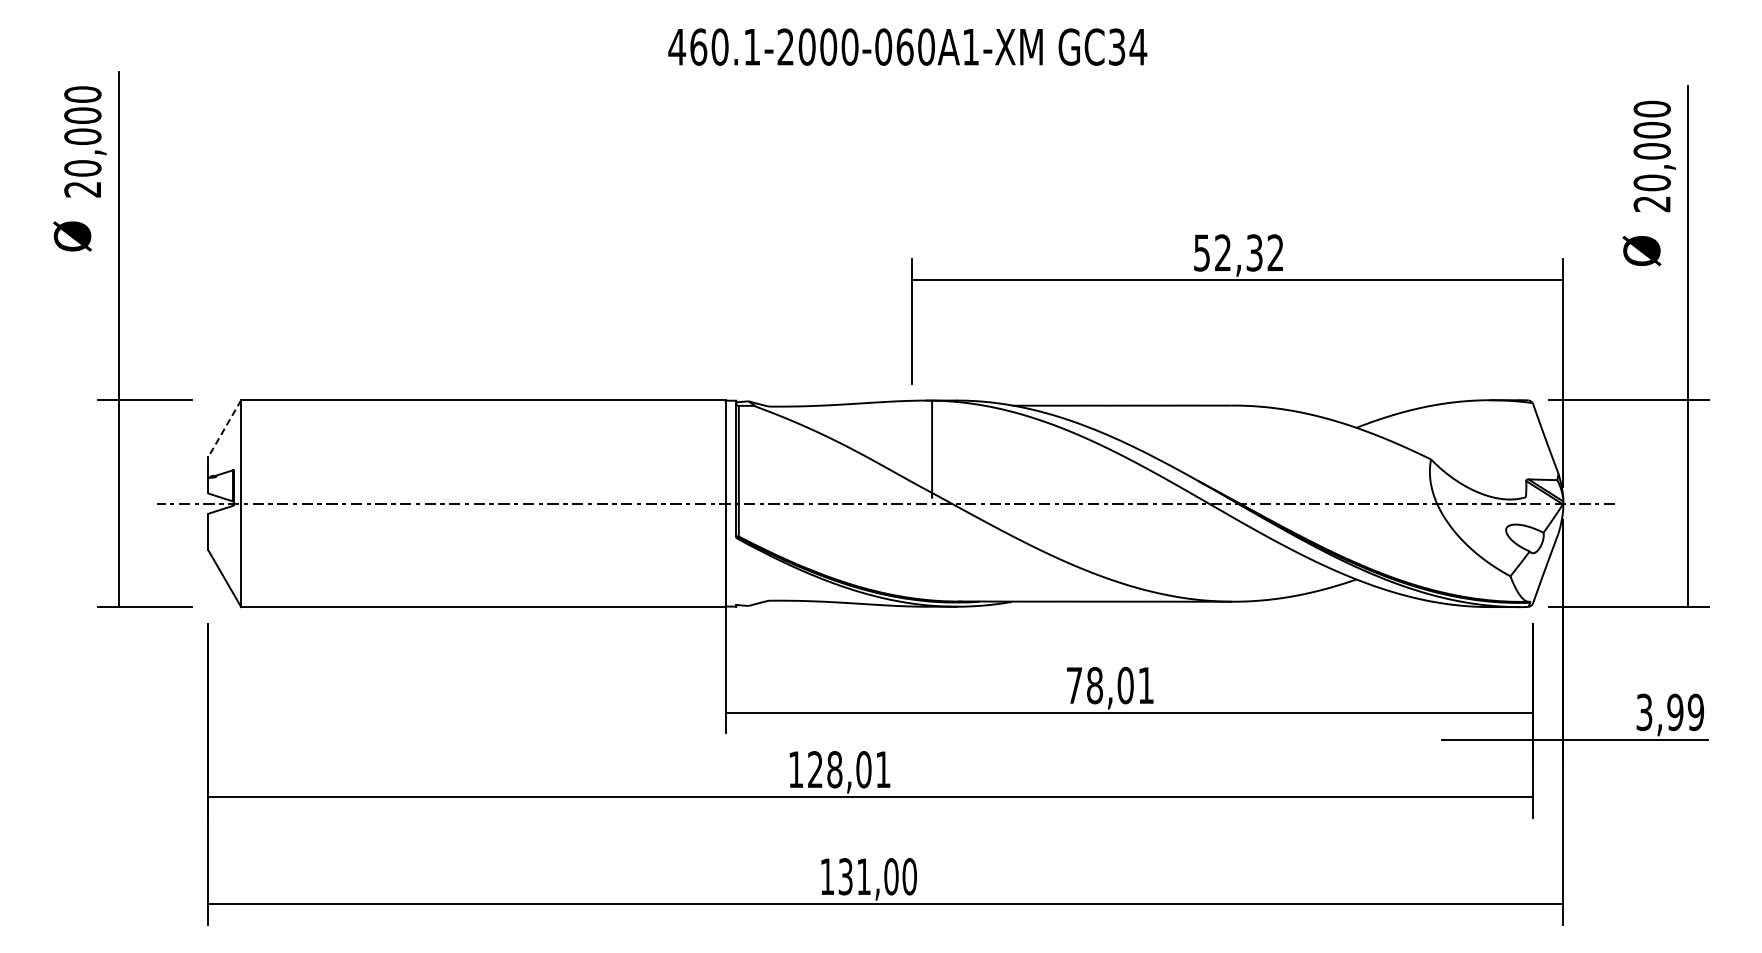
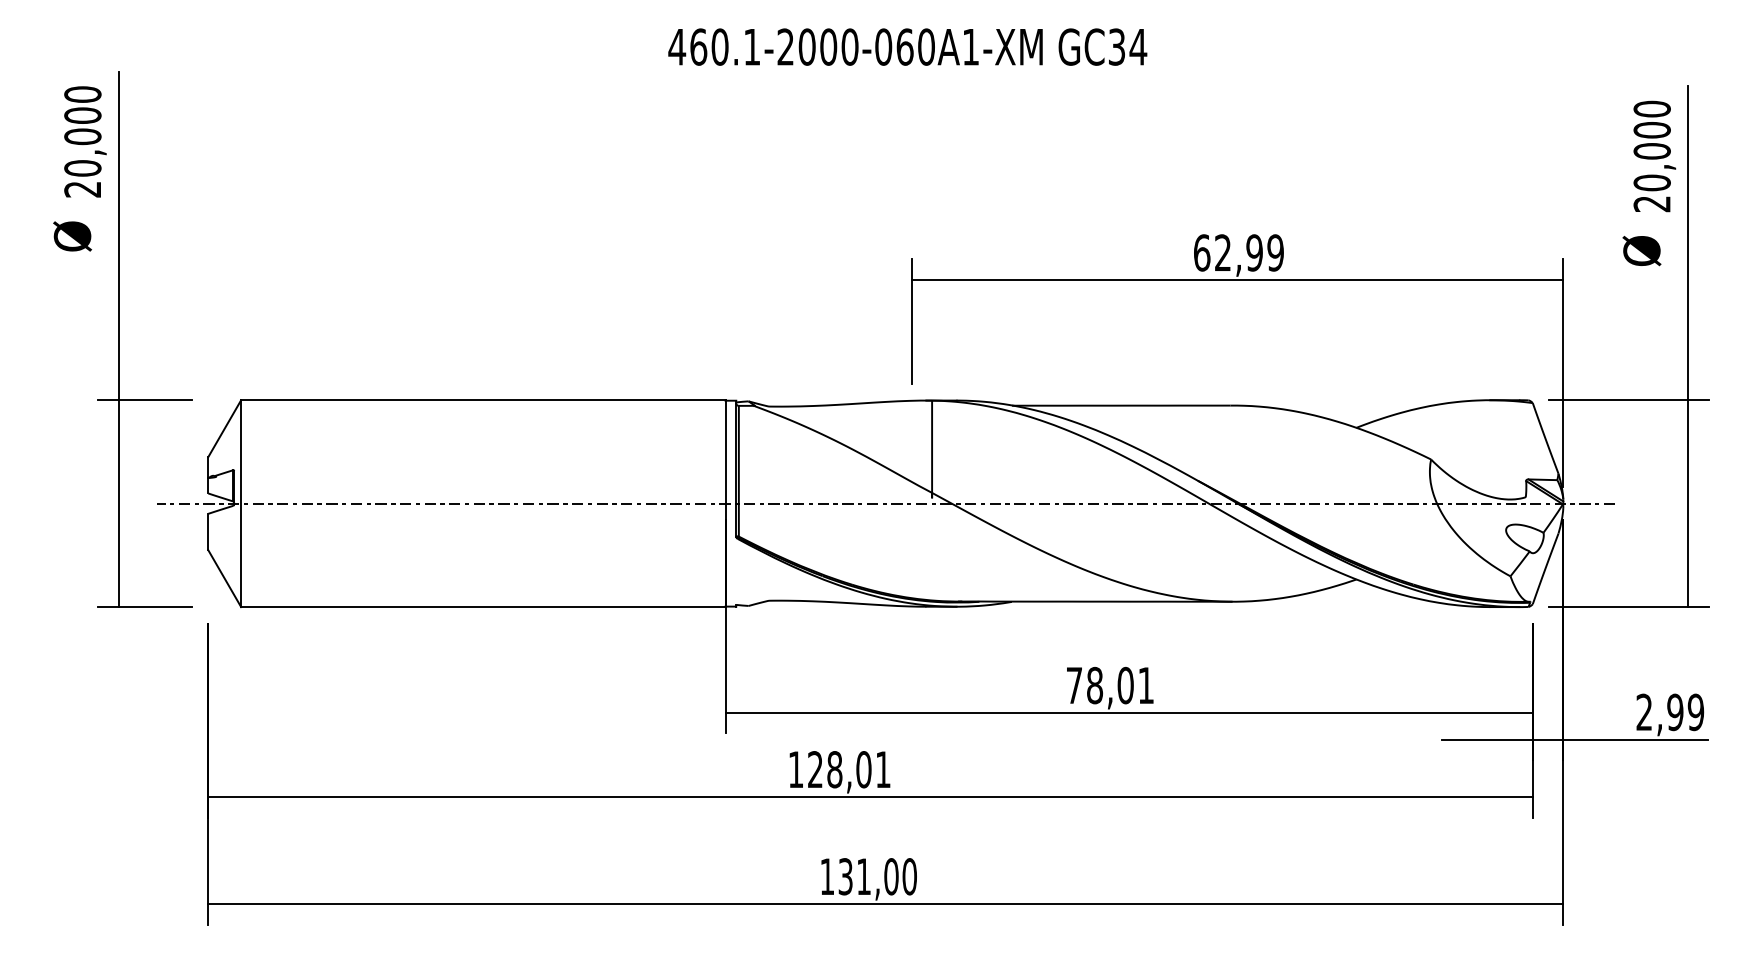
text at (1238, 252): 52,32 -> 62,99
line at (224, 428): dashed -> solid
text at (1644, 712): 3,99 -> 2,99
